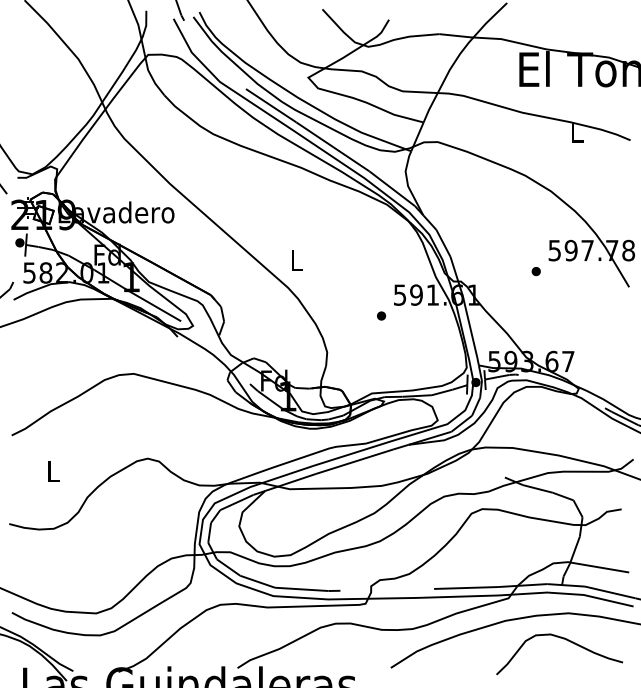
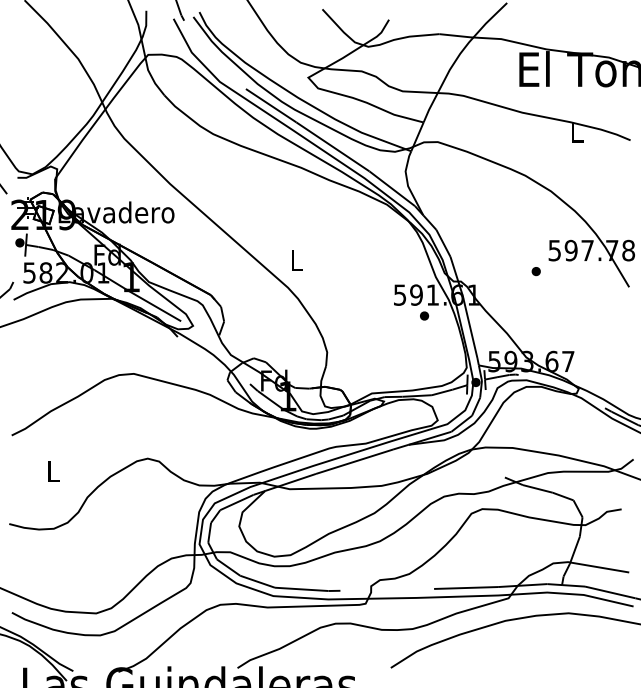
part at (381, 315) position: (381, 315) -> (424, 315)
curve at (563, 639): present -> none
